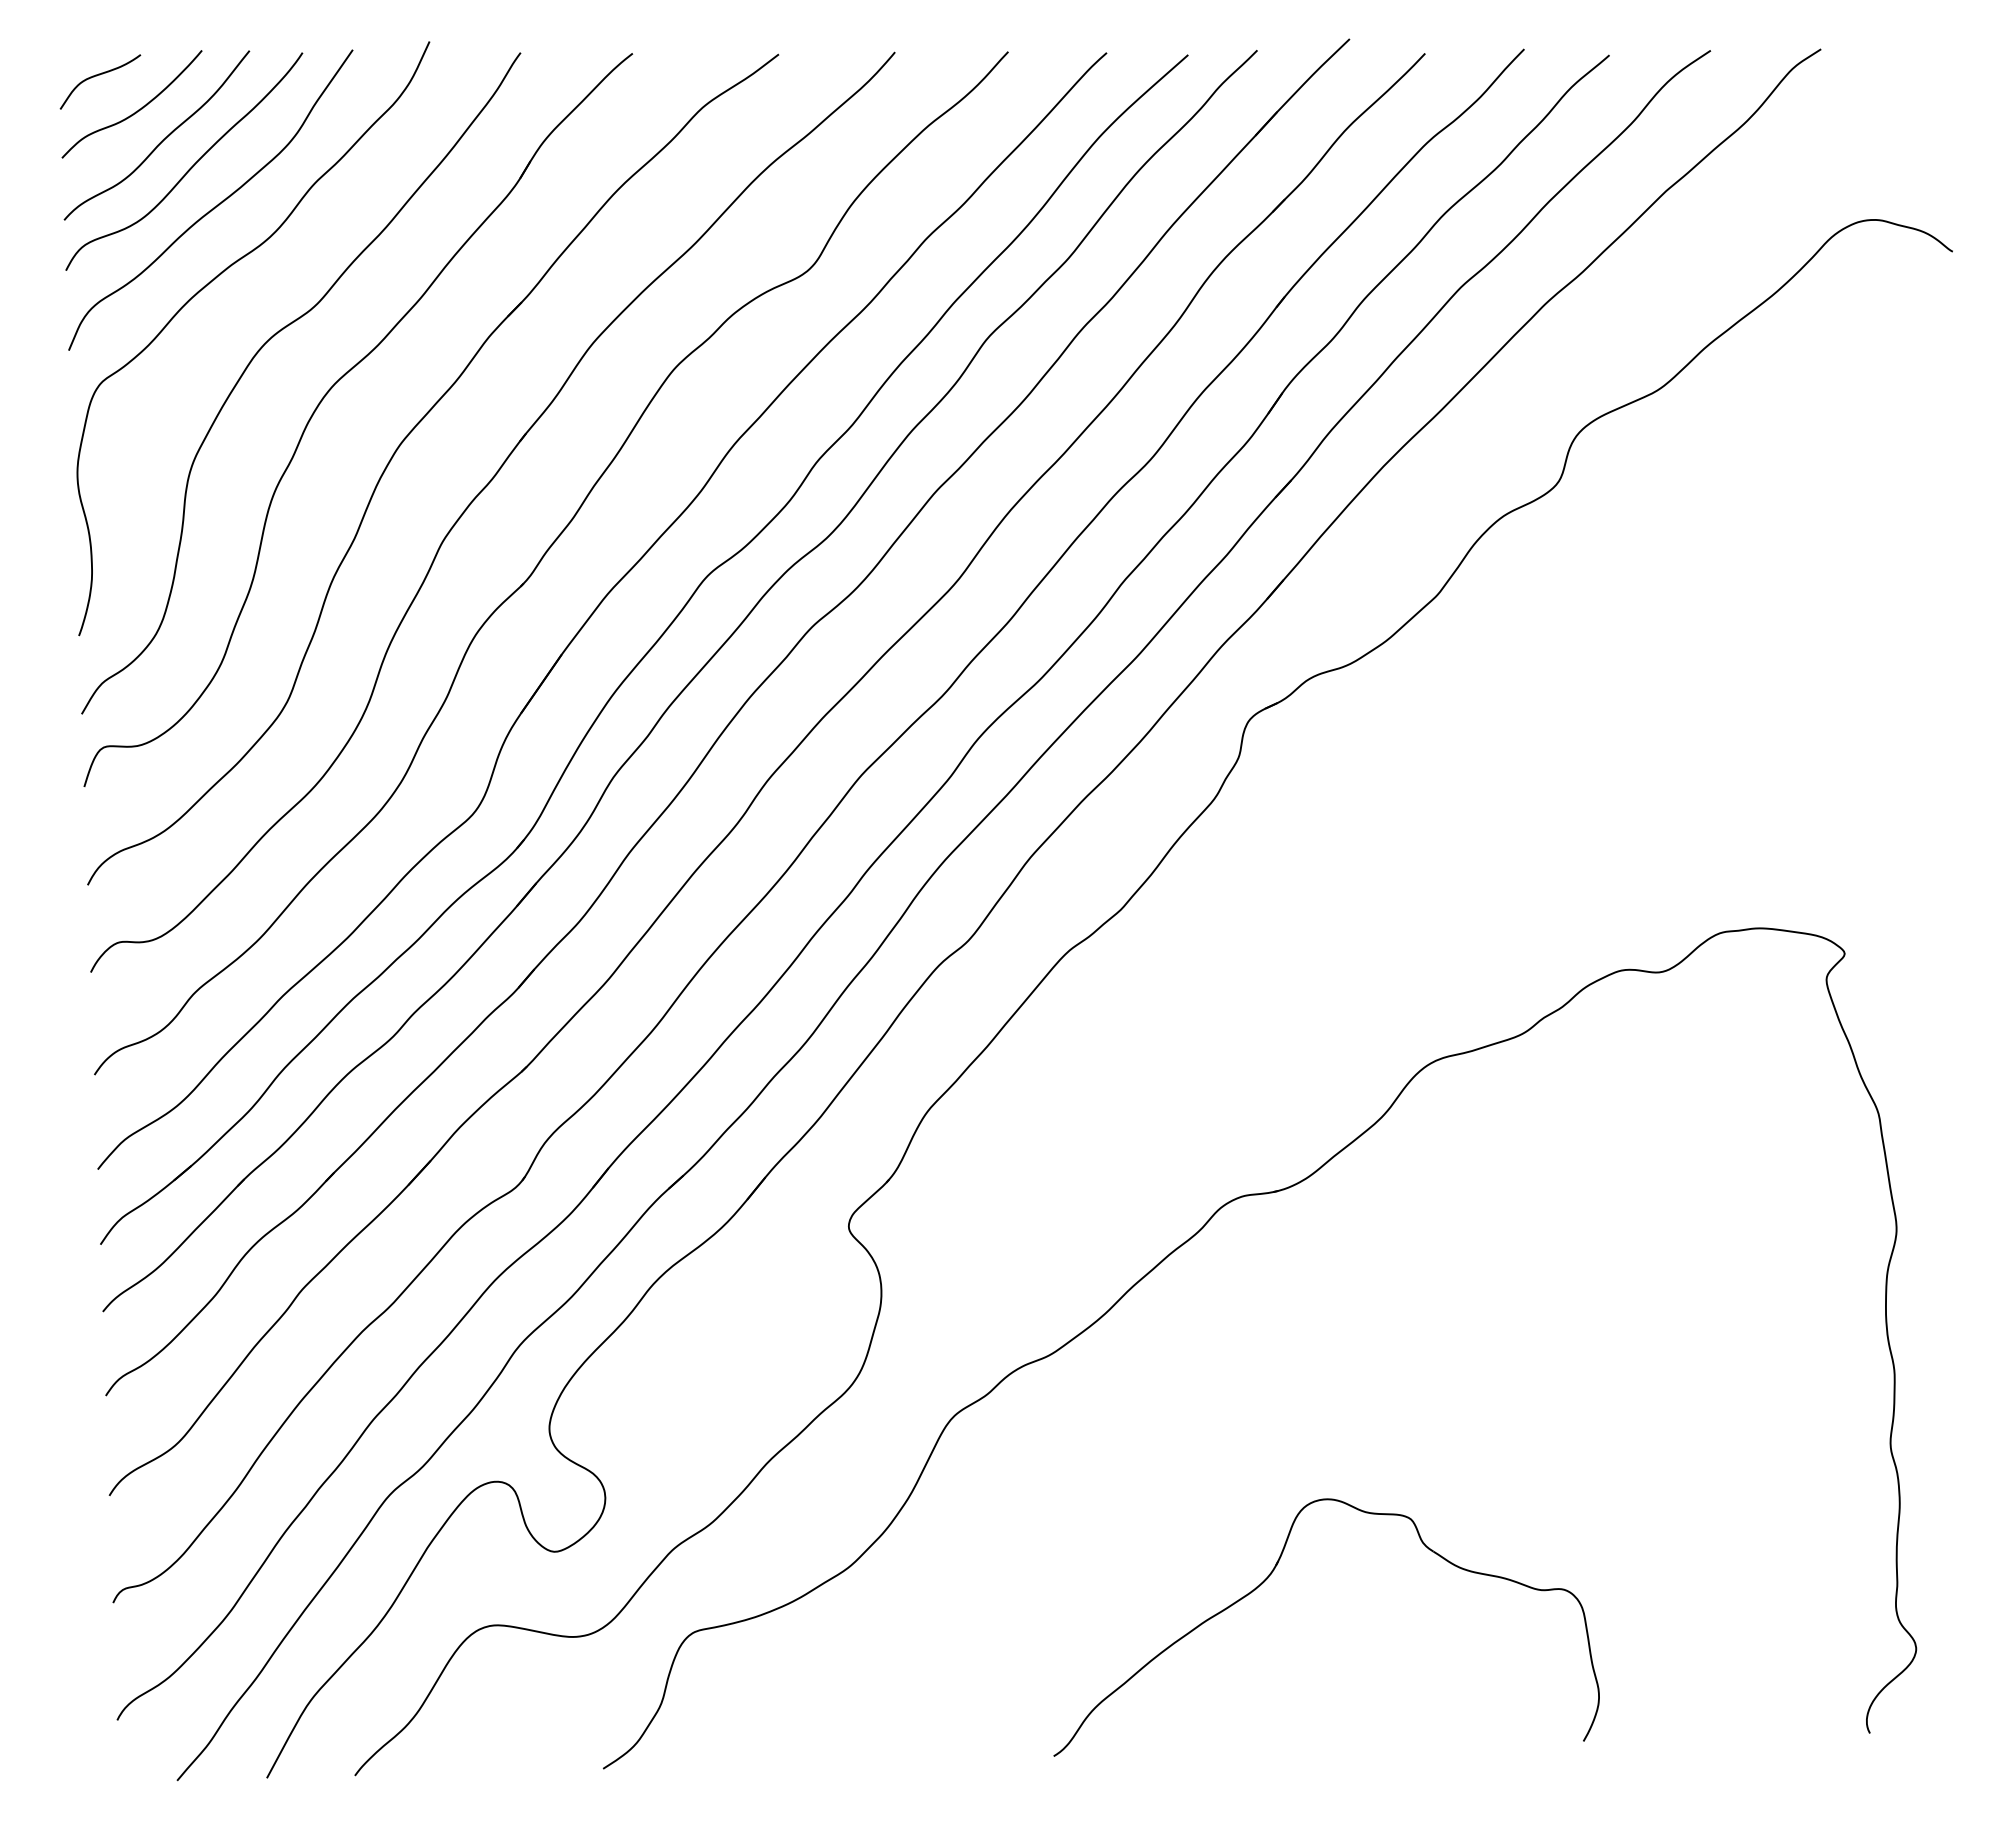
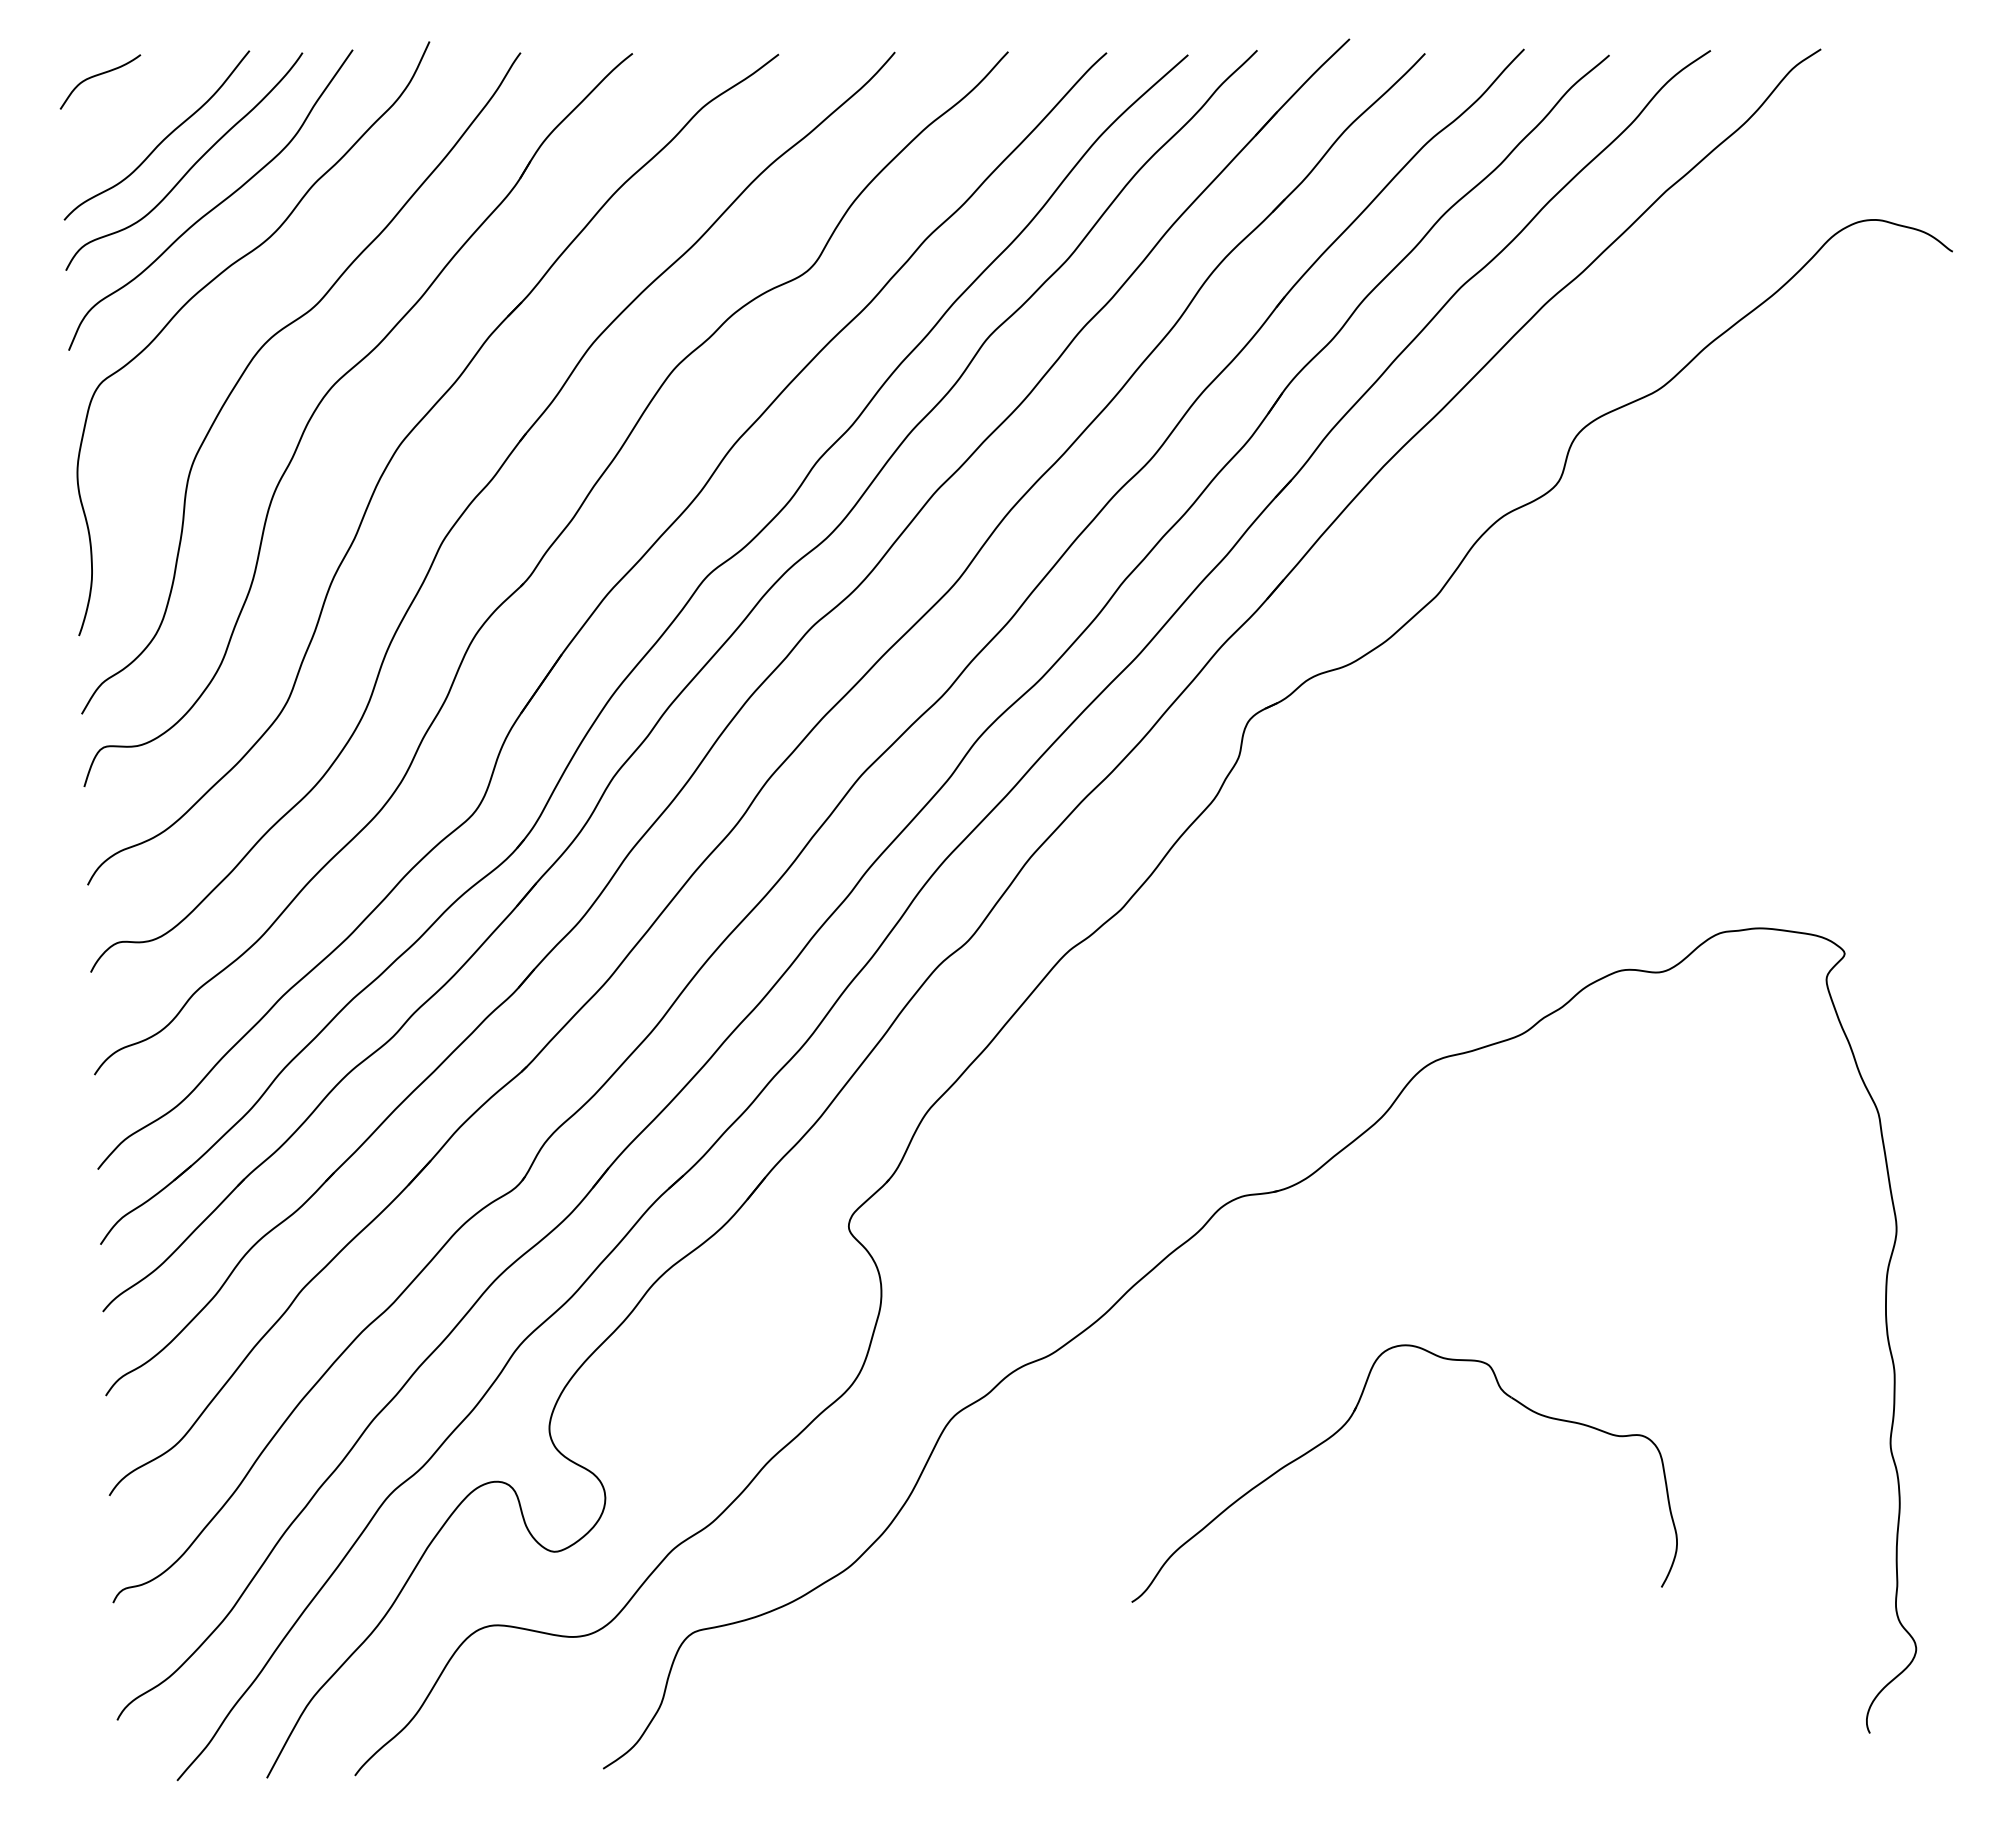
curve at (135, 111): present -> none
part at (1268, 1578) position: (1268, 1578) -> (1346, 1424)
